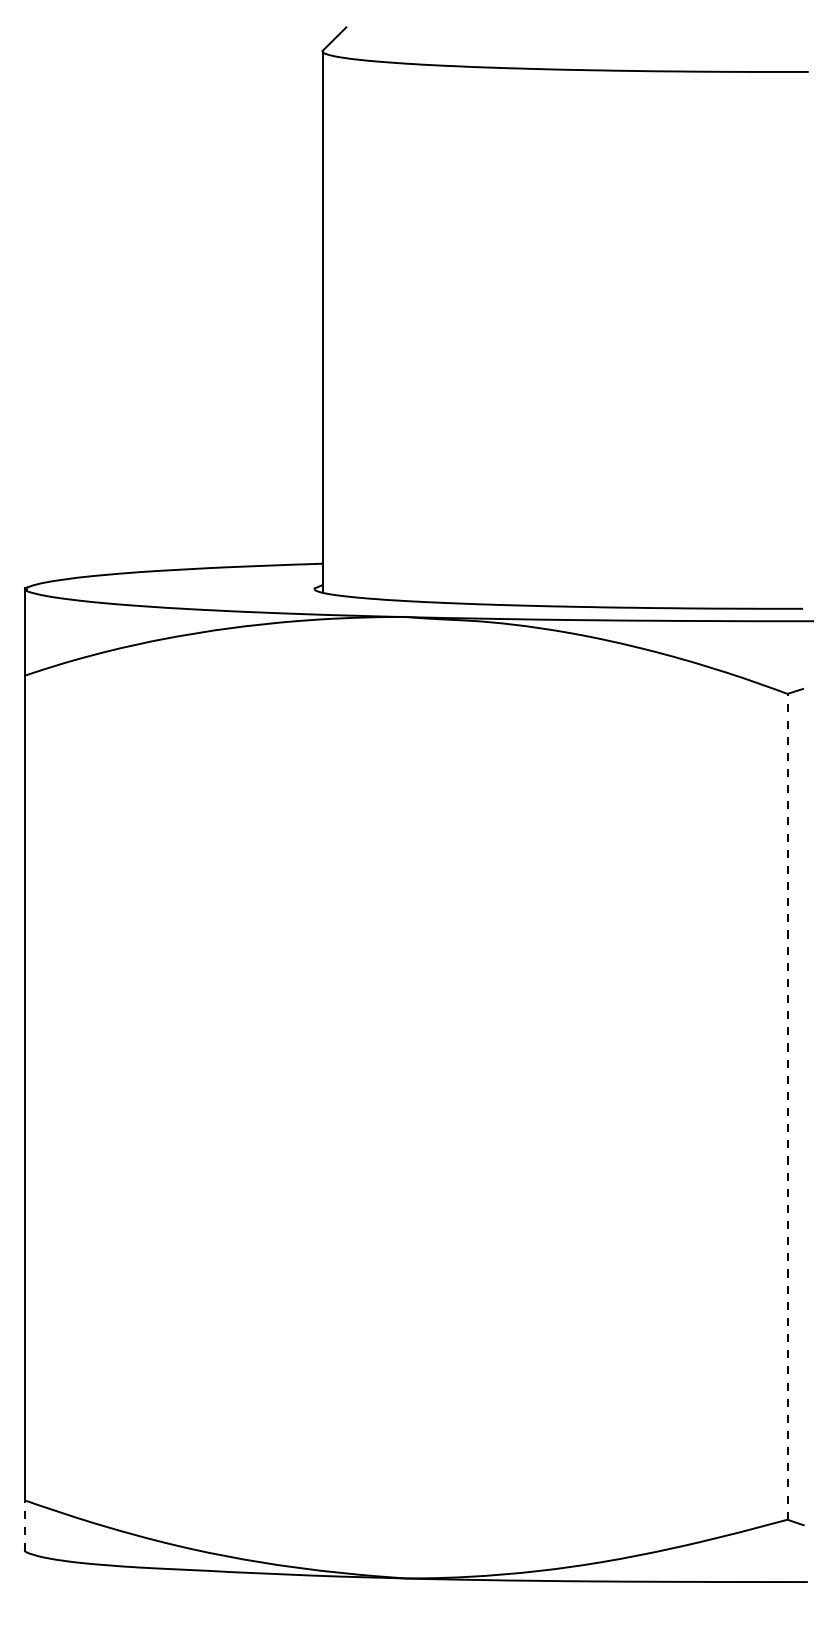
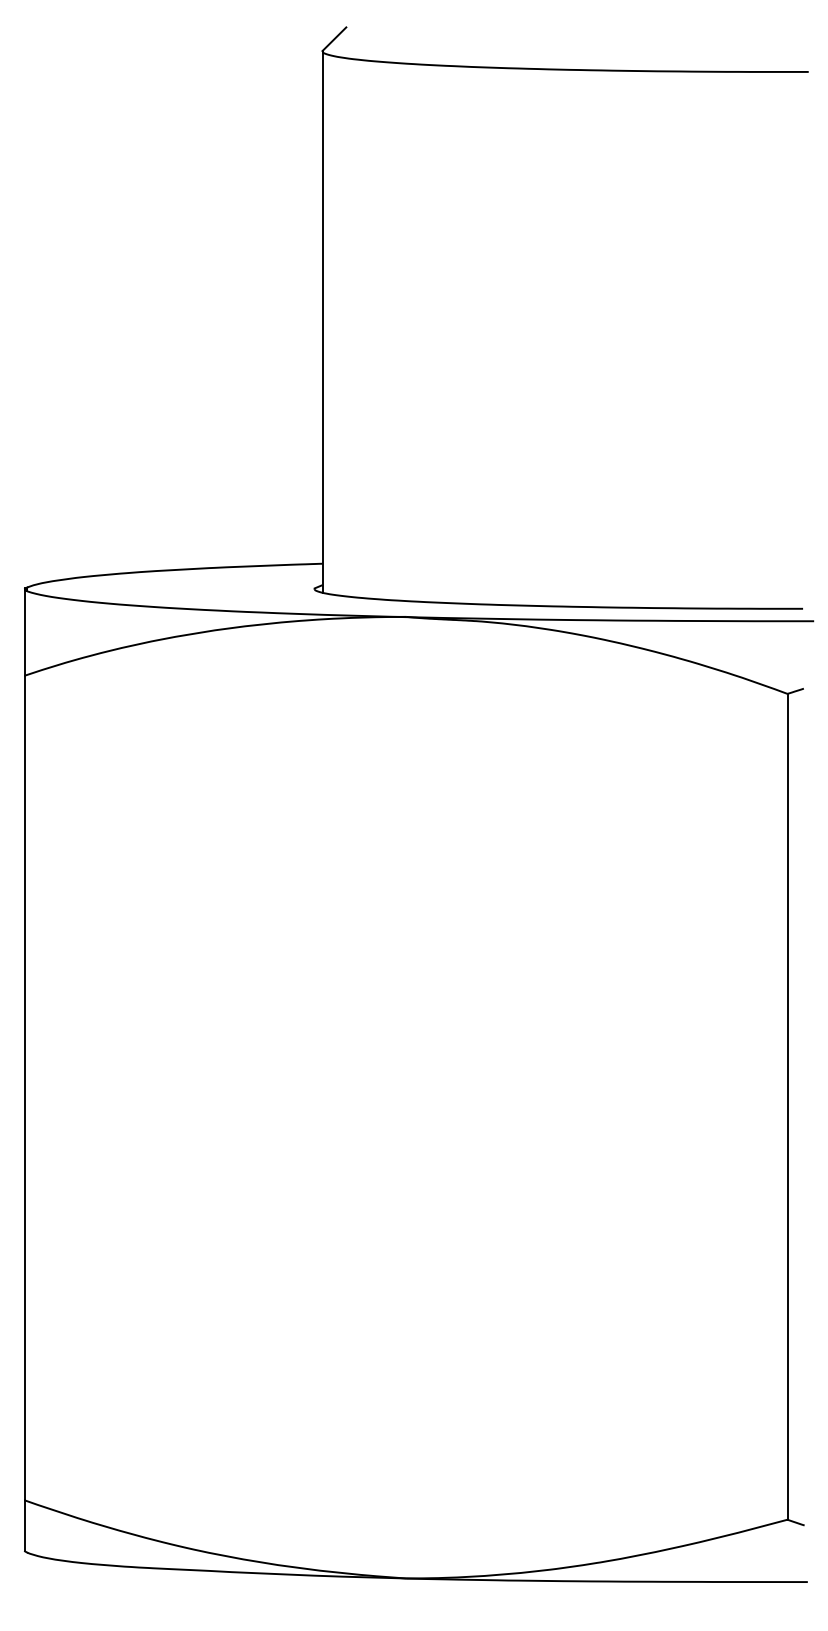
line at (787, 1106): dashed -> solid
line at (25, 1525): dashed -> solid
